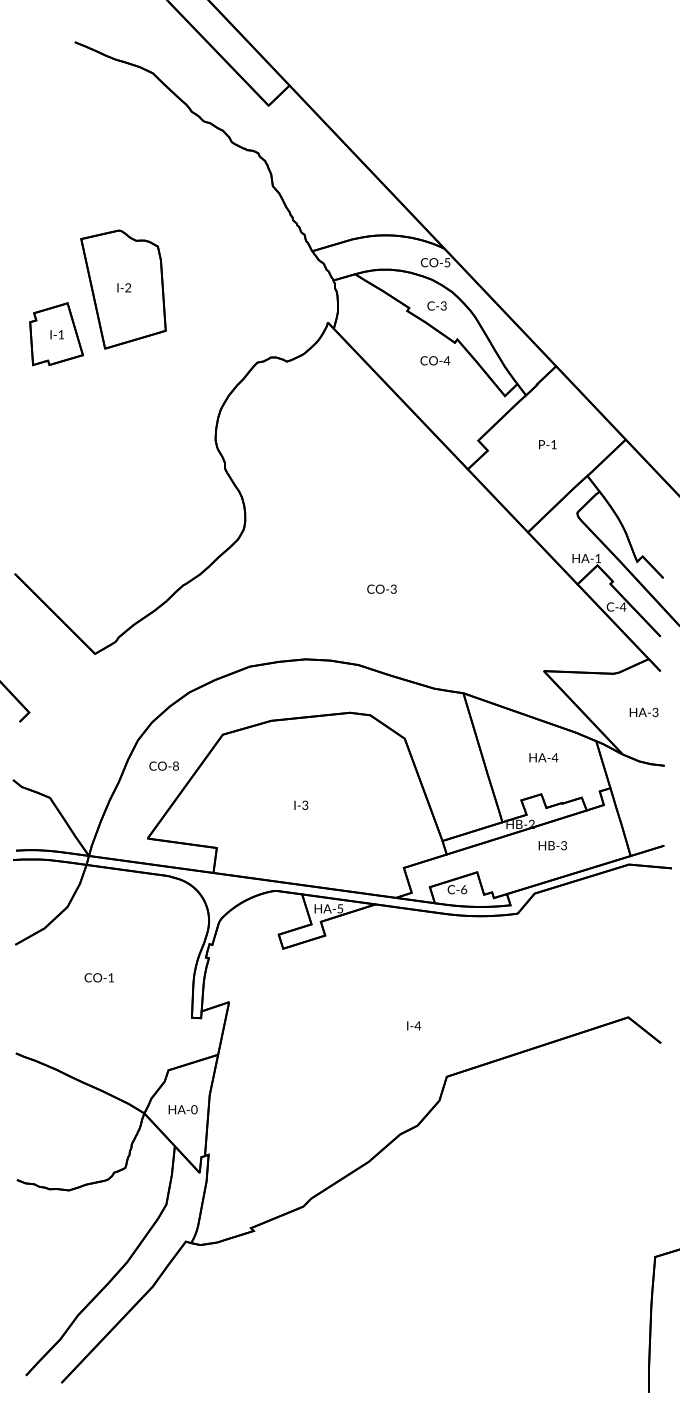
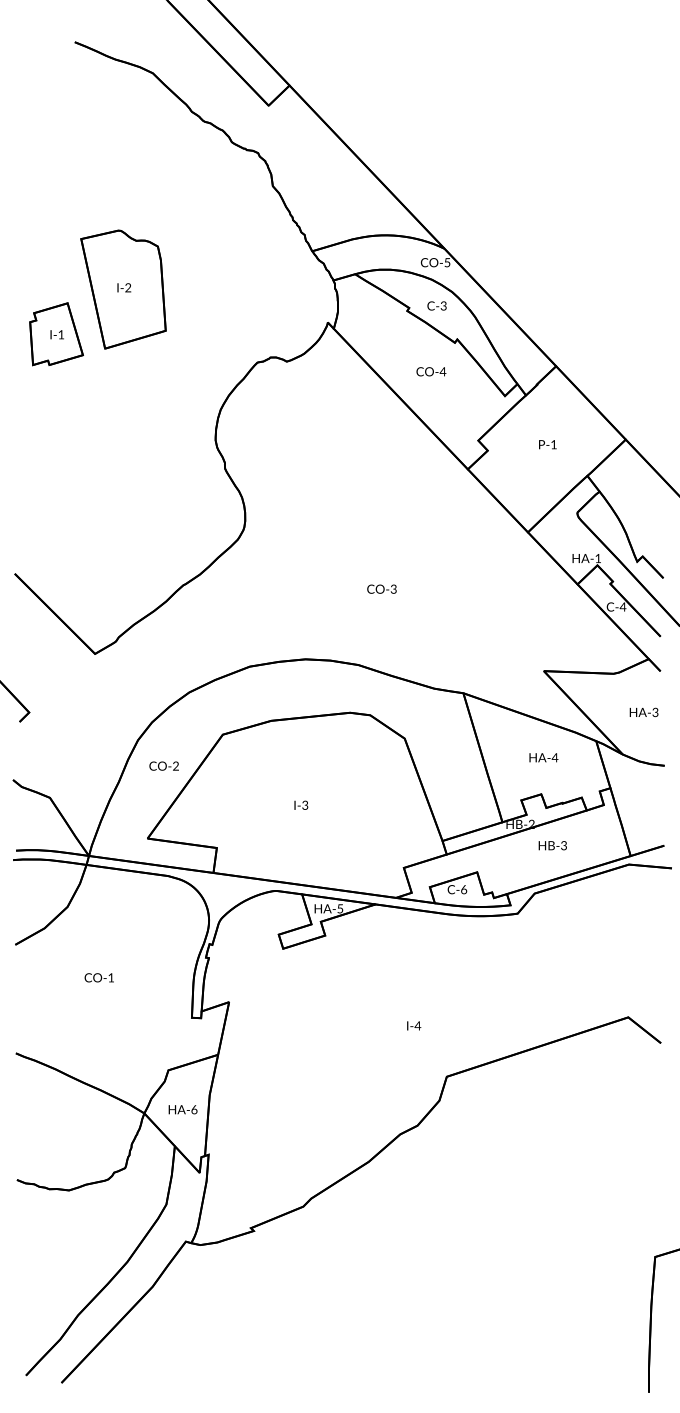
text at (435, 360) position: (435, 360) -> (431, 371)
text at (175, 766): CO-8 -> CO-2
text at (194, 1109): HA-0 -> HA-6
